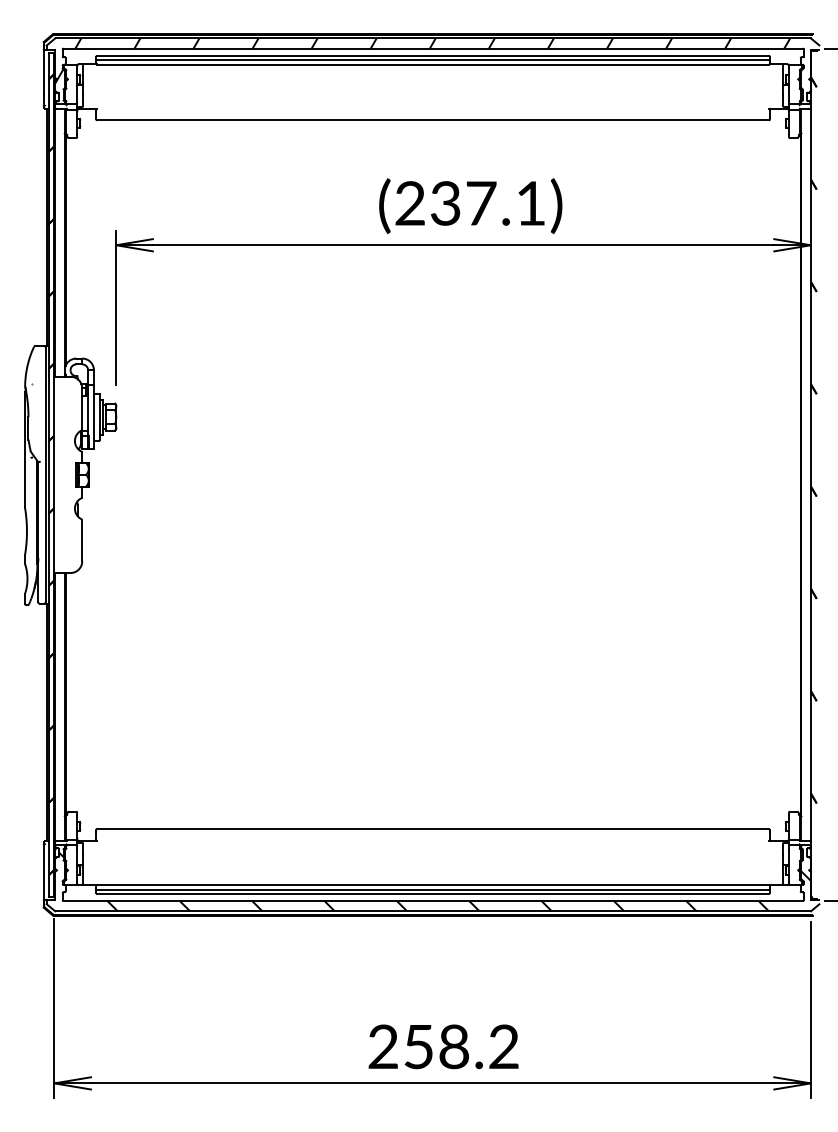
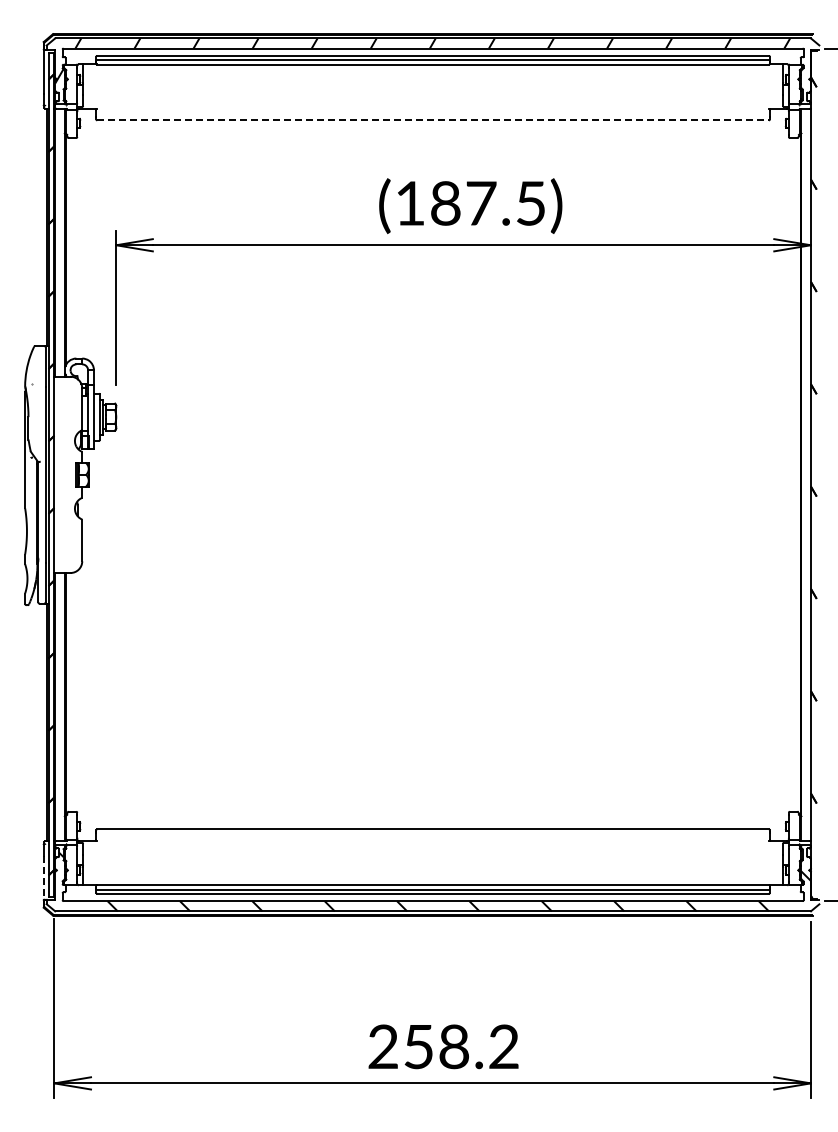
line at (433, 120): solid -> dashed
text at (469, 203): (237.1) -> (187.5)
line at (43, 878): solid -> dashed
